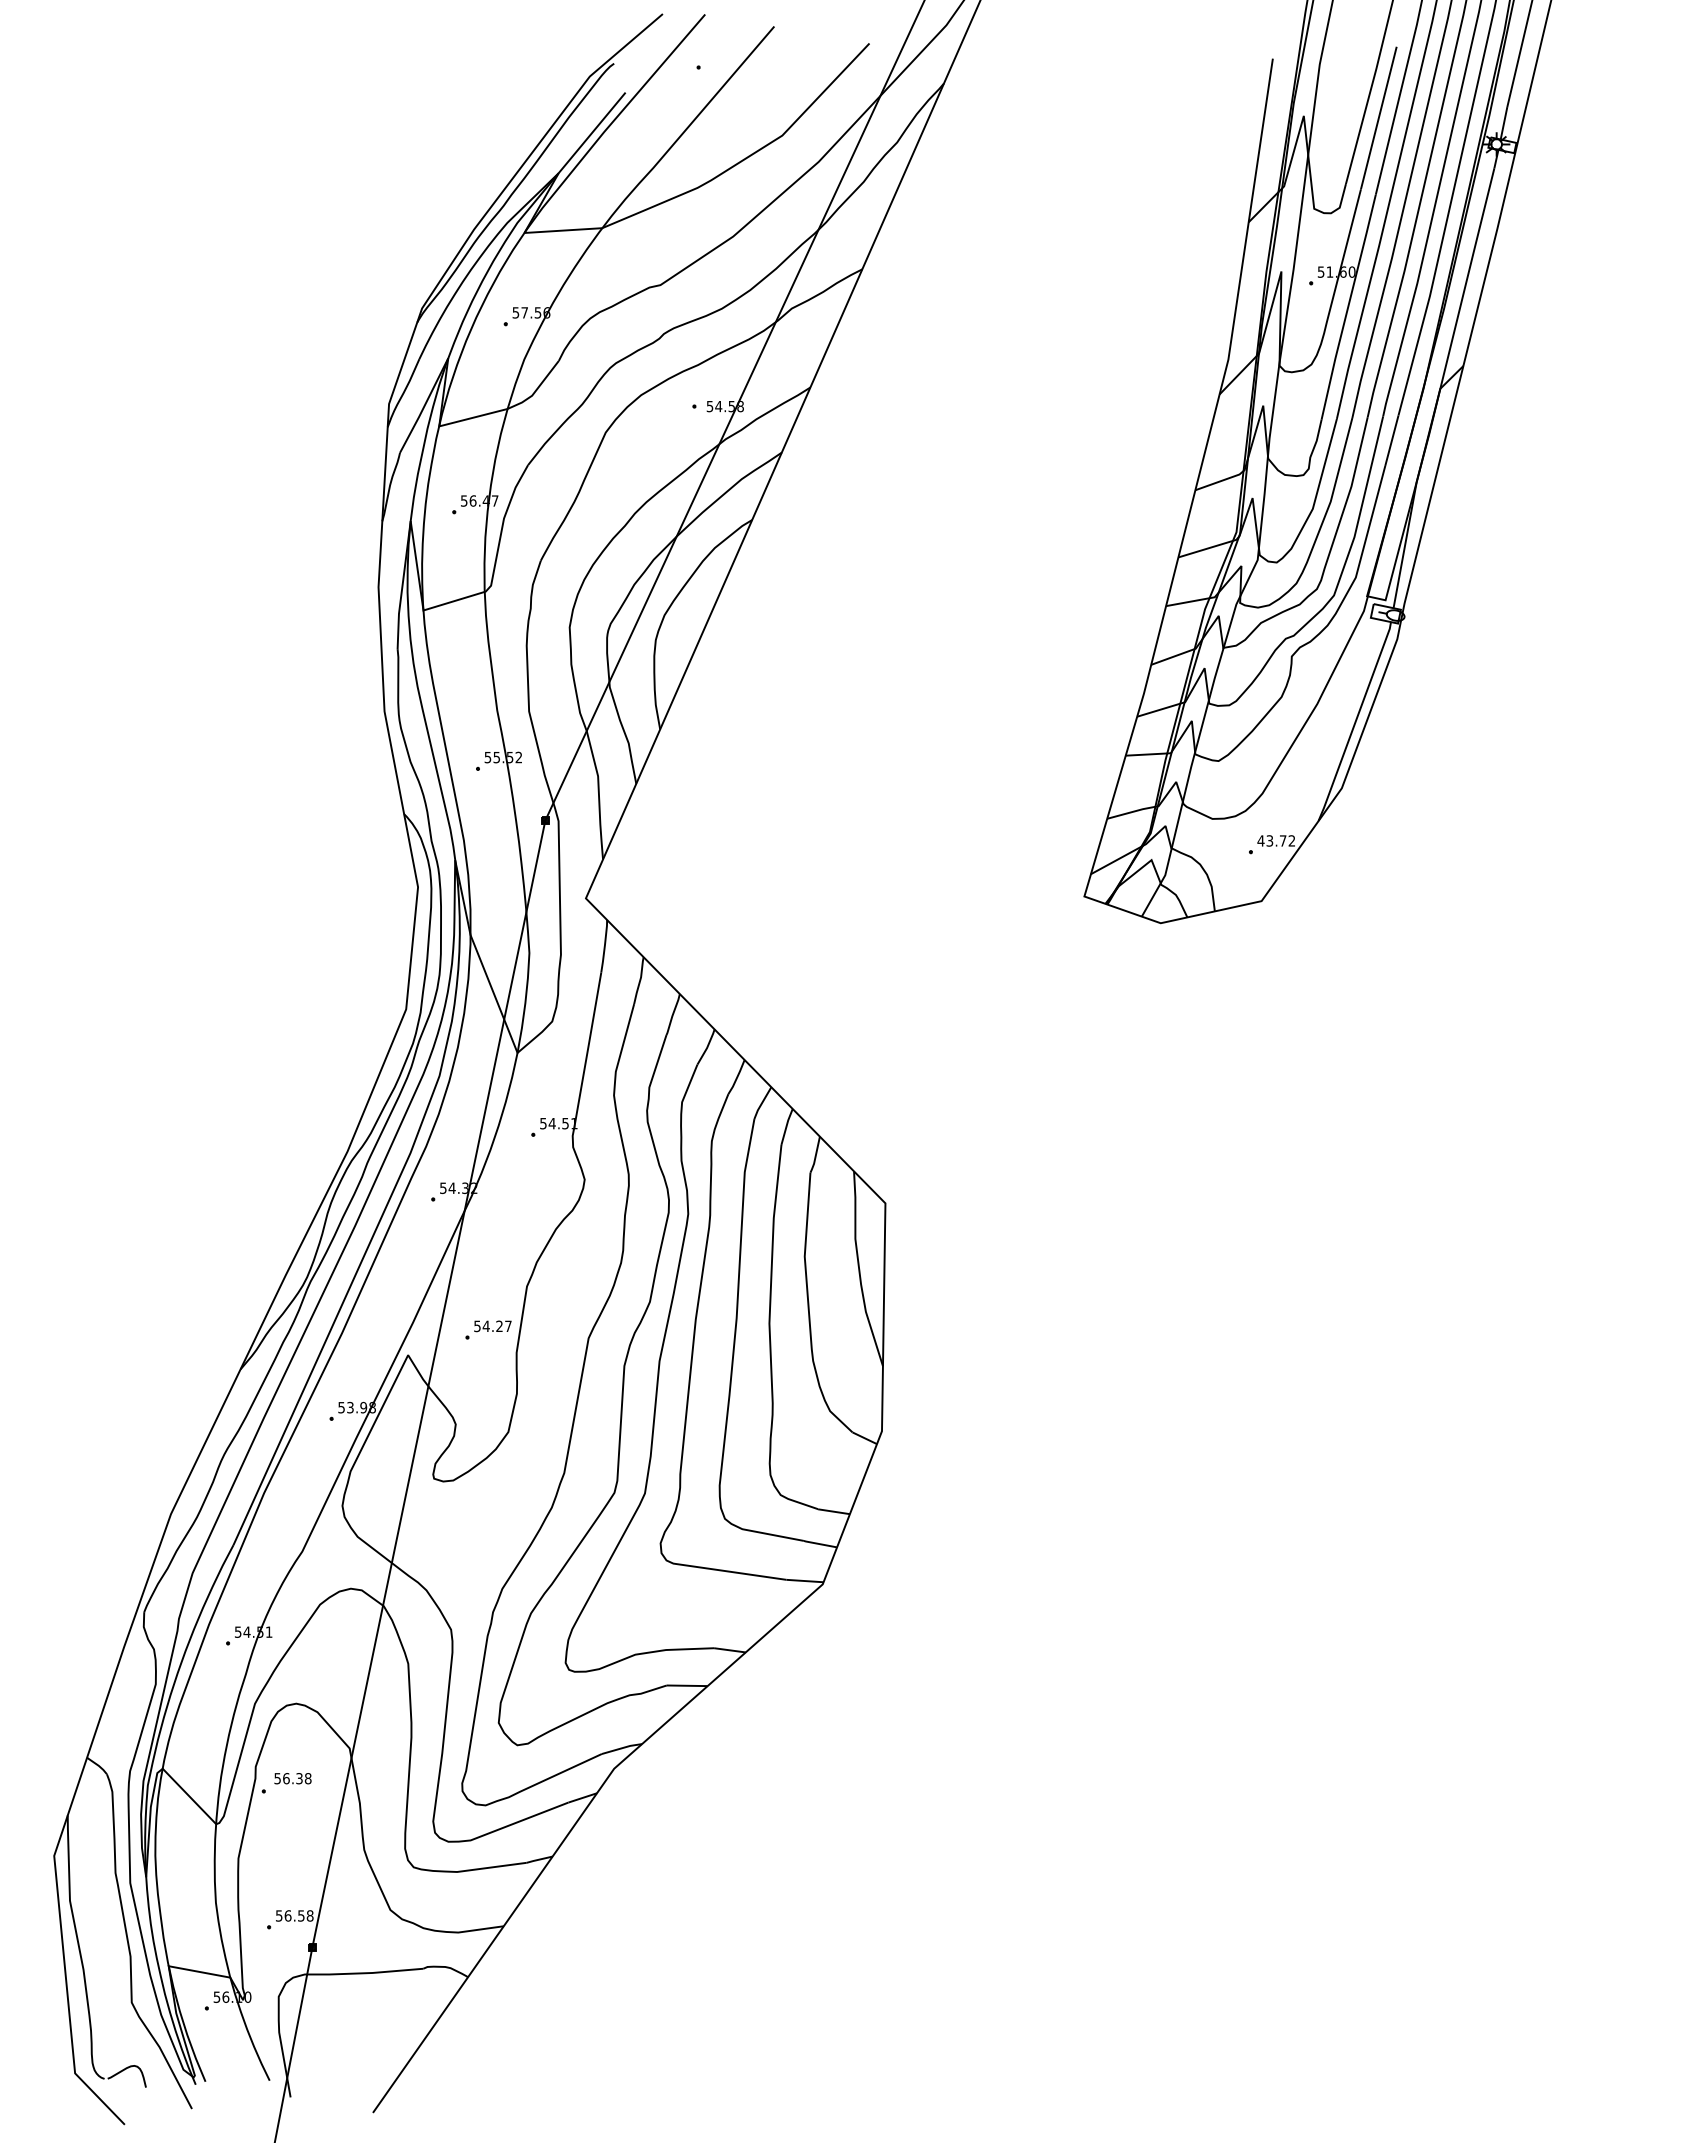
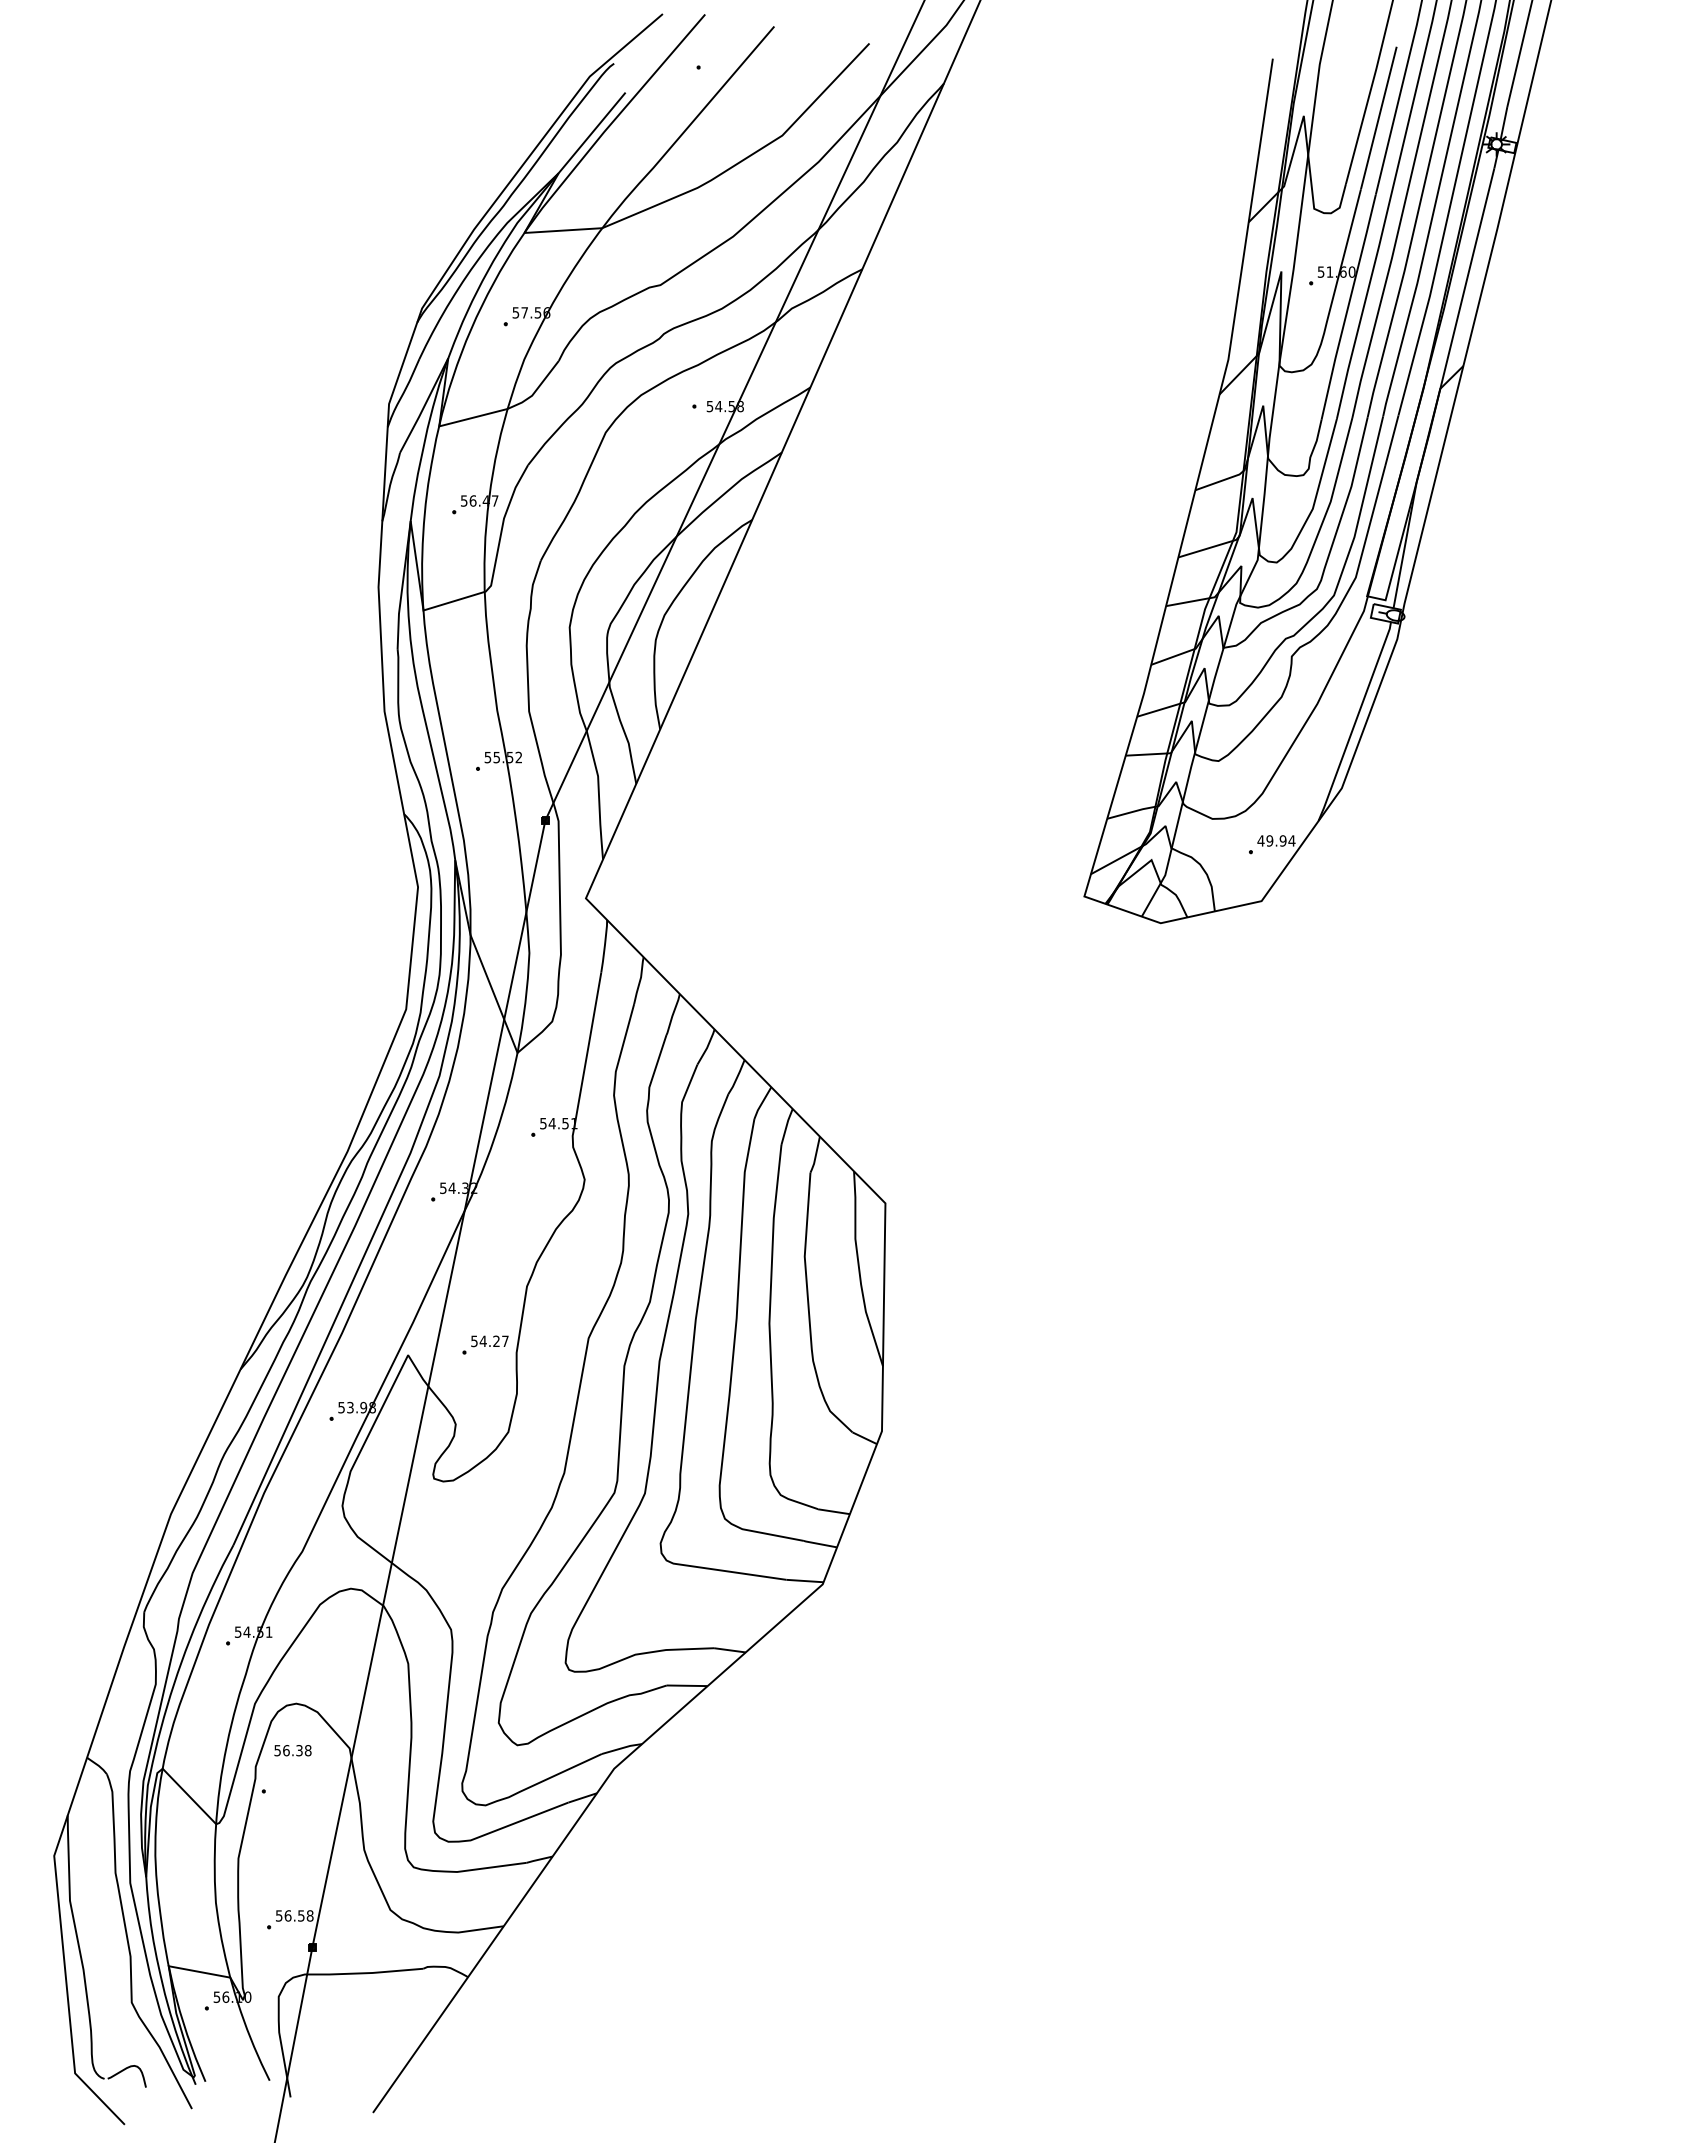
text at (1280, 840): 43.72 -> 49.94
part at (488, 1329) position: (488, 1329) -> (485, 1344)
text at (292, 1778) position: (292, 1778) -> (292, 1750)
